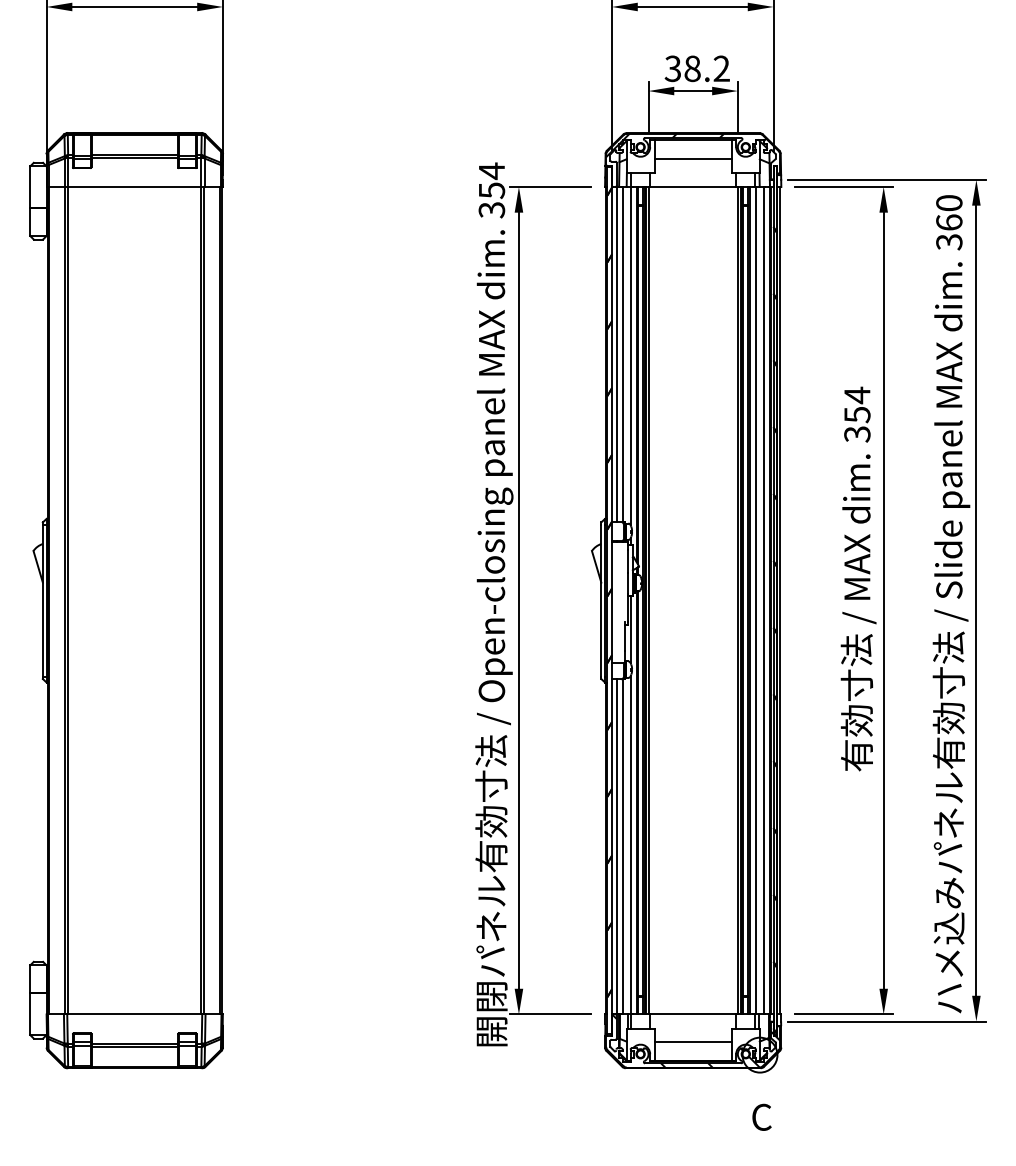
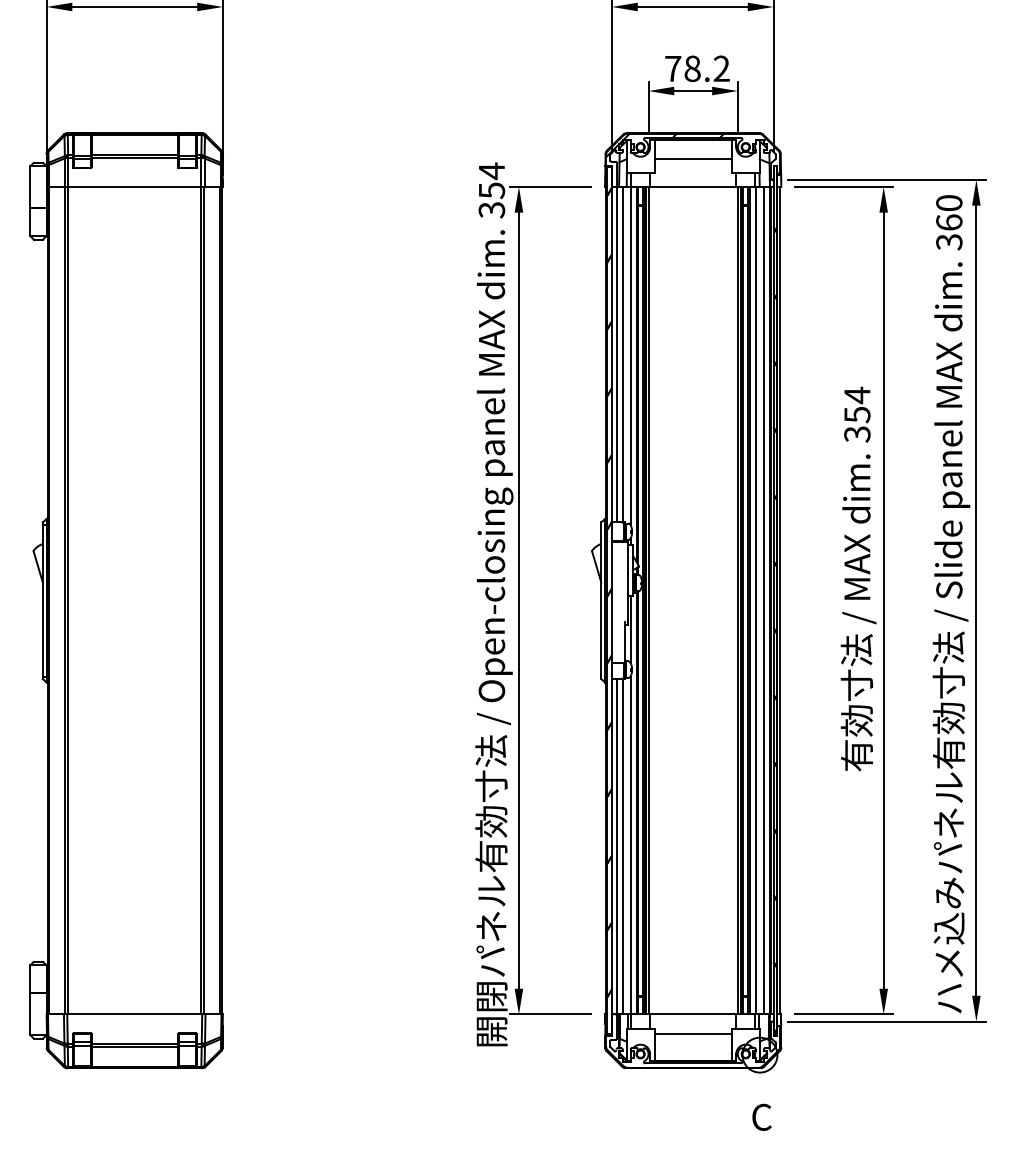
text at (672, 68): 38.2 -> 78.2
hatch at (696, 1040): present -> none
line at (692, 1041) position: (692, 1041) -> (692, 1033)
